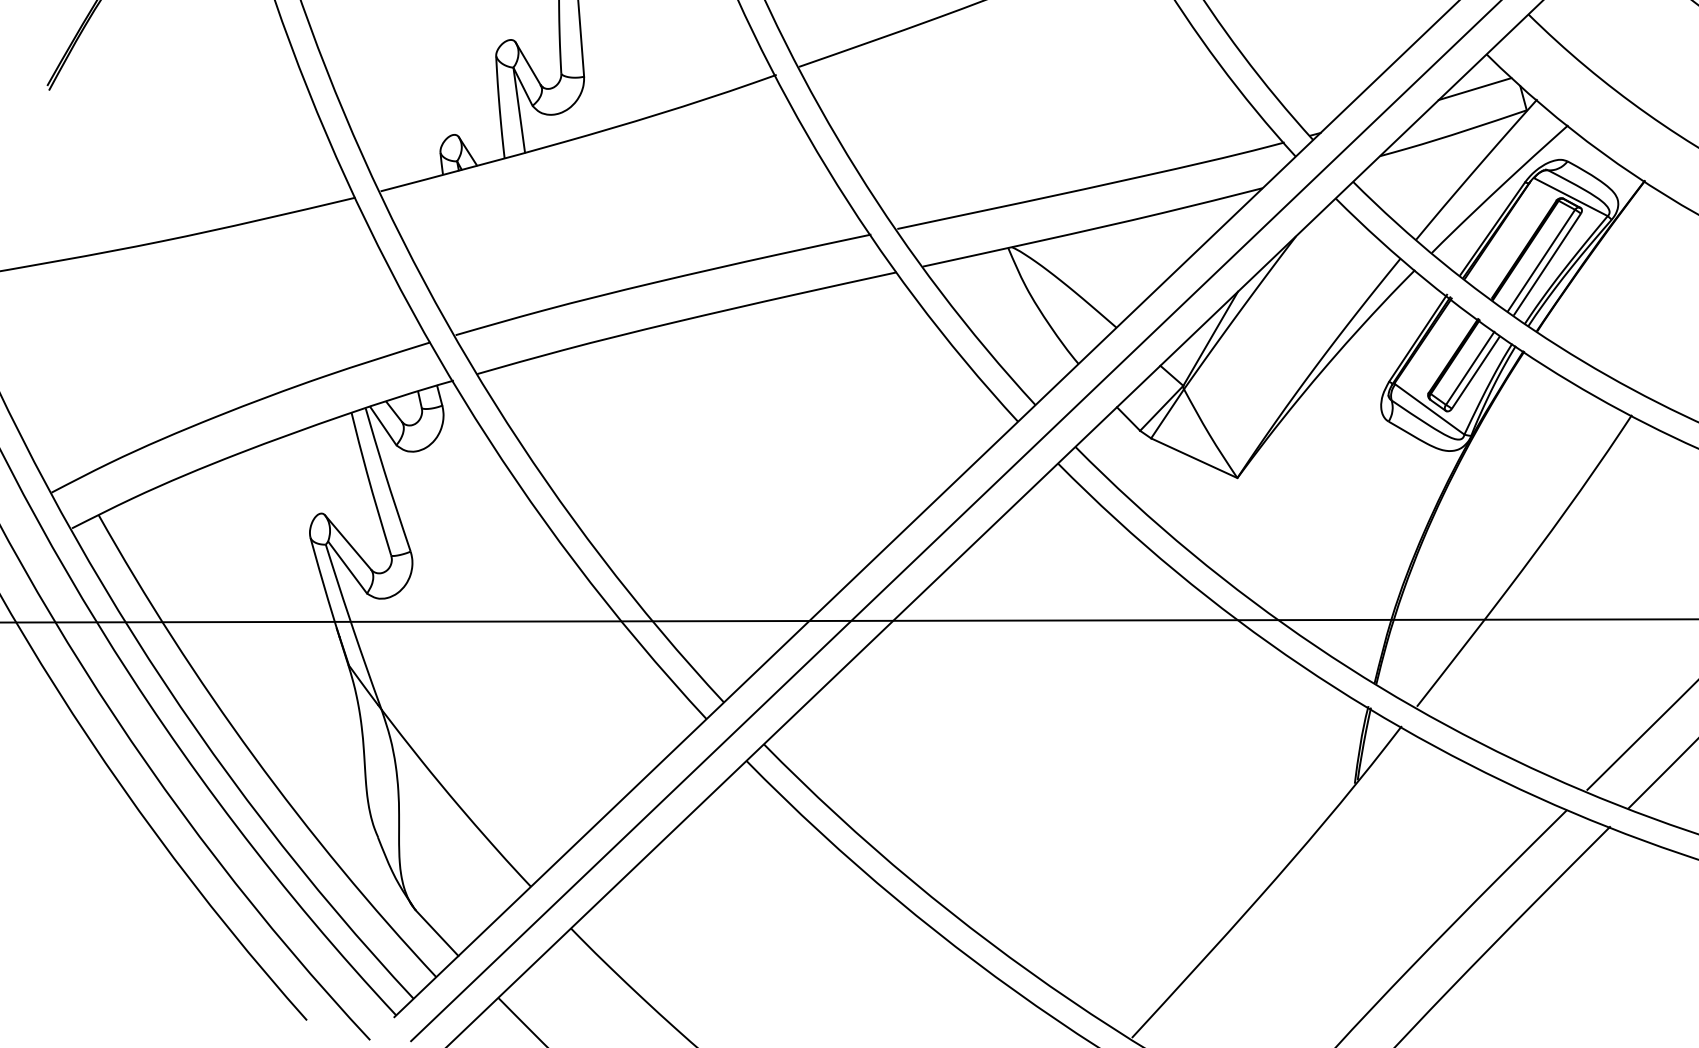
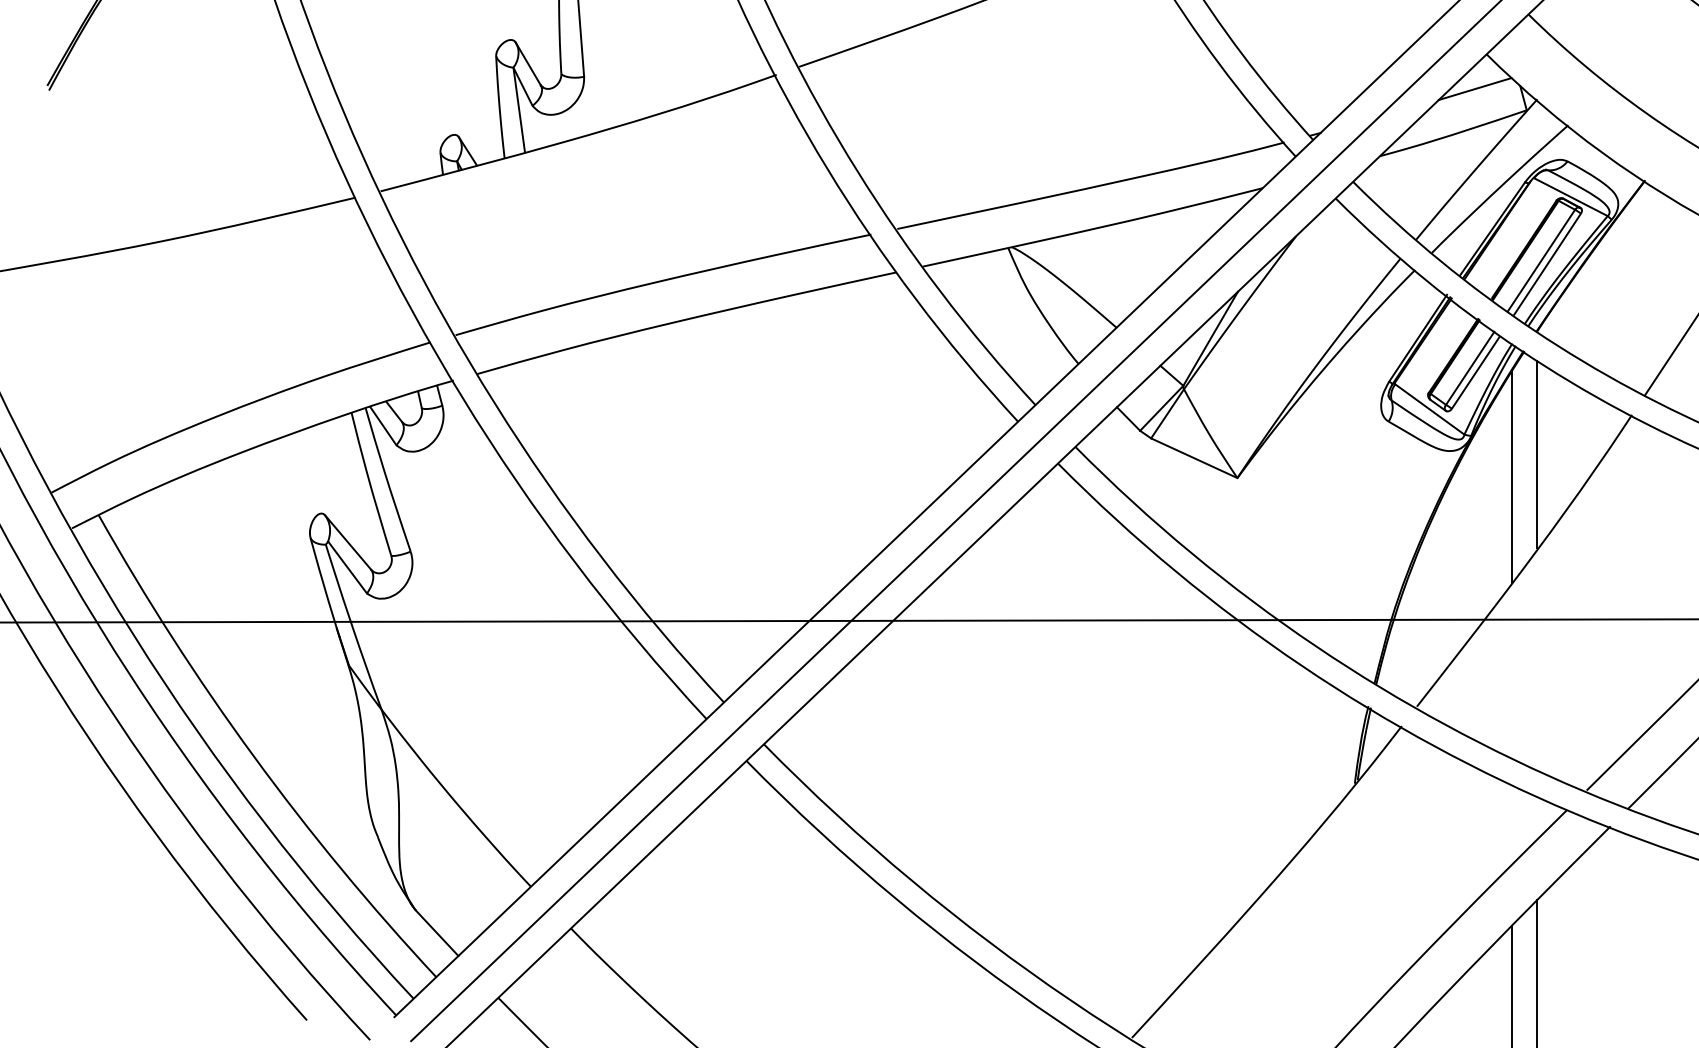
line at (1670, 356): none -> present
line at (1537, 454): none -> present
line at (1512, 476): none -> present
line at (1537, 971): none -> present
line at (1512, 984): none -> present
